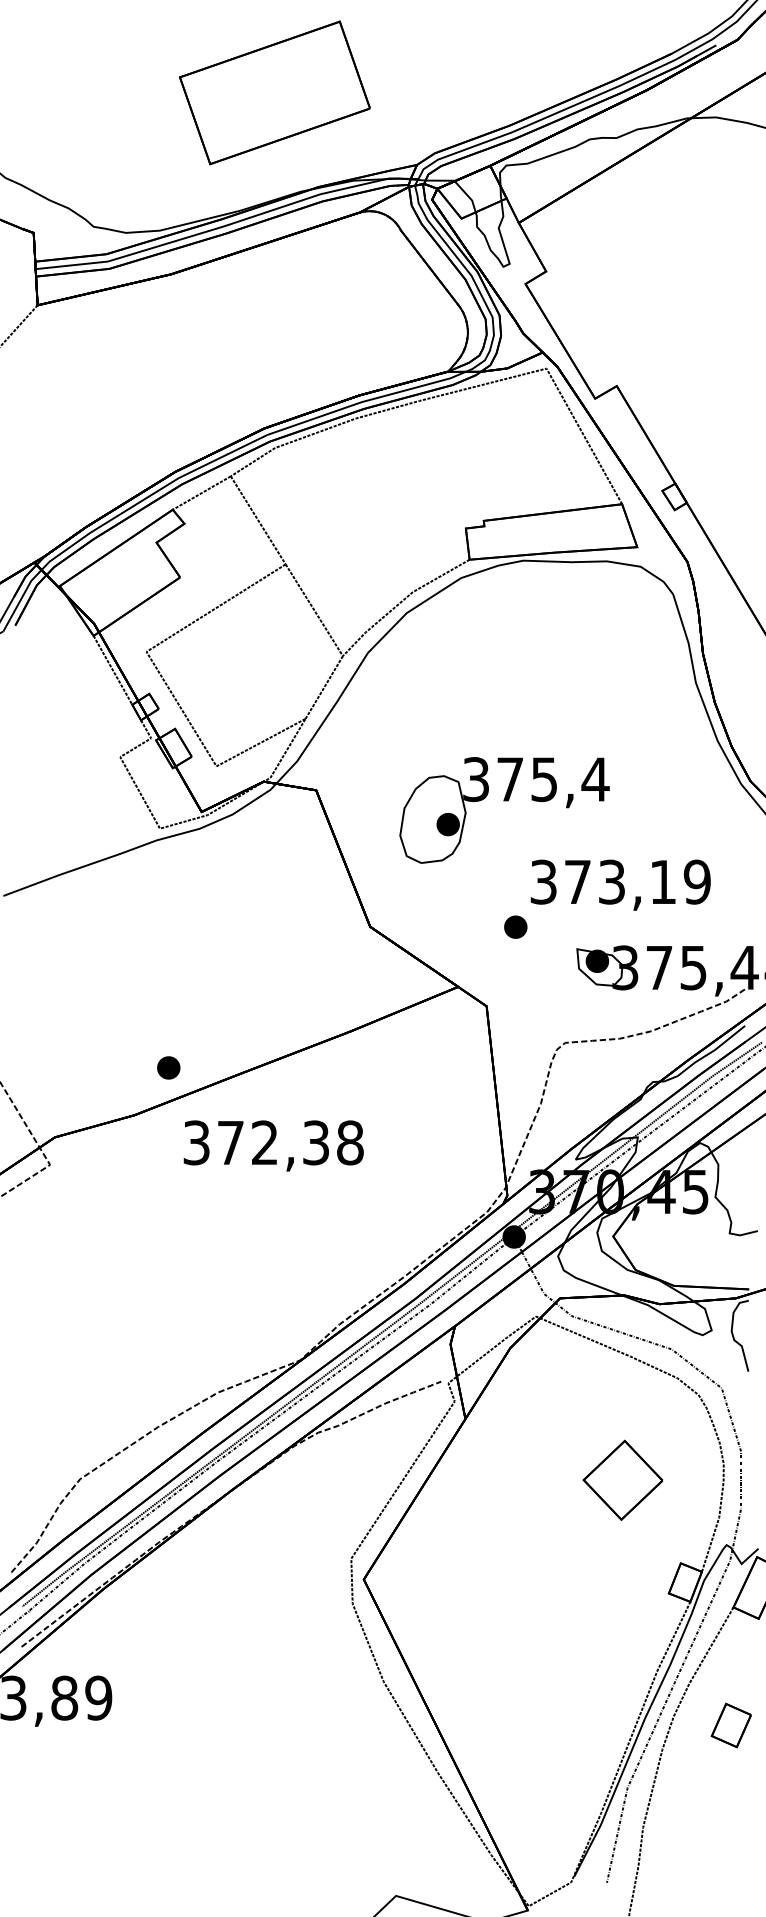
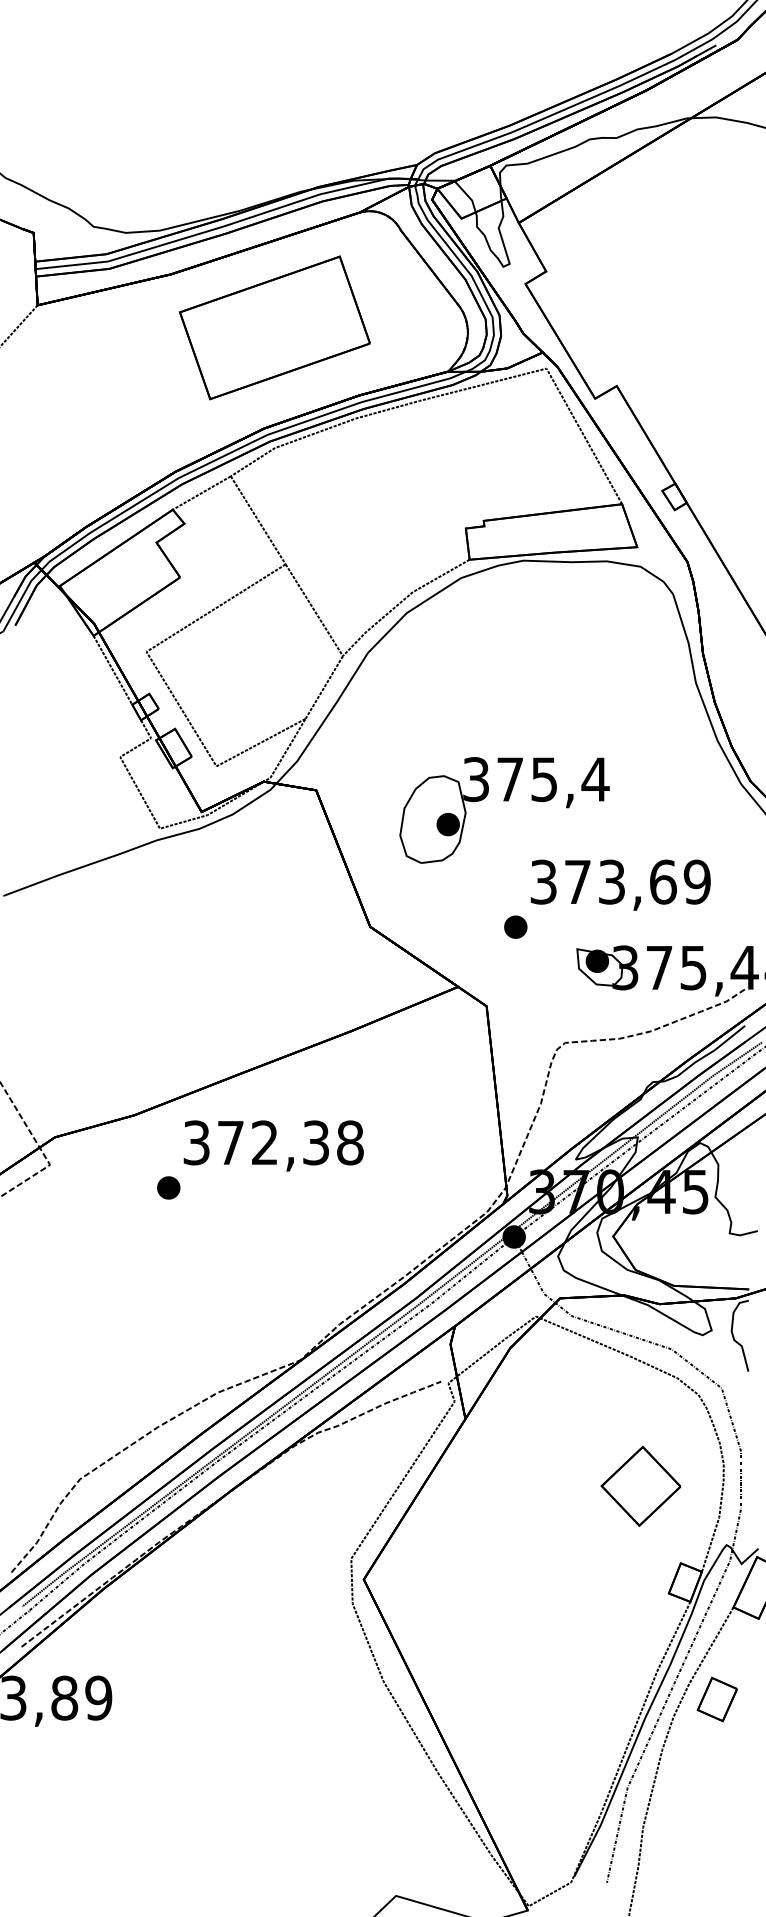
part at (274, 92) position: (274, 92) -> (274, 327)
text at (663, 881): 373,19 -> 373,69
part at (168, 1067) position: (168, 1067) -> (168, 1187)
part at (622, 1479) position: (622, 1479) -> (640, 1485)
part at (730, 1725) position: (730, 1725) -> (716, 1699)
